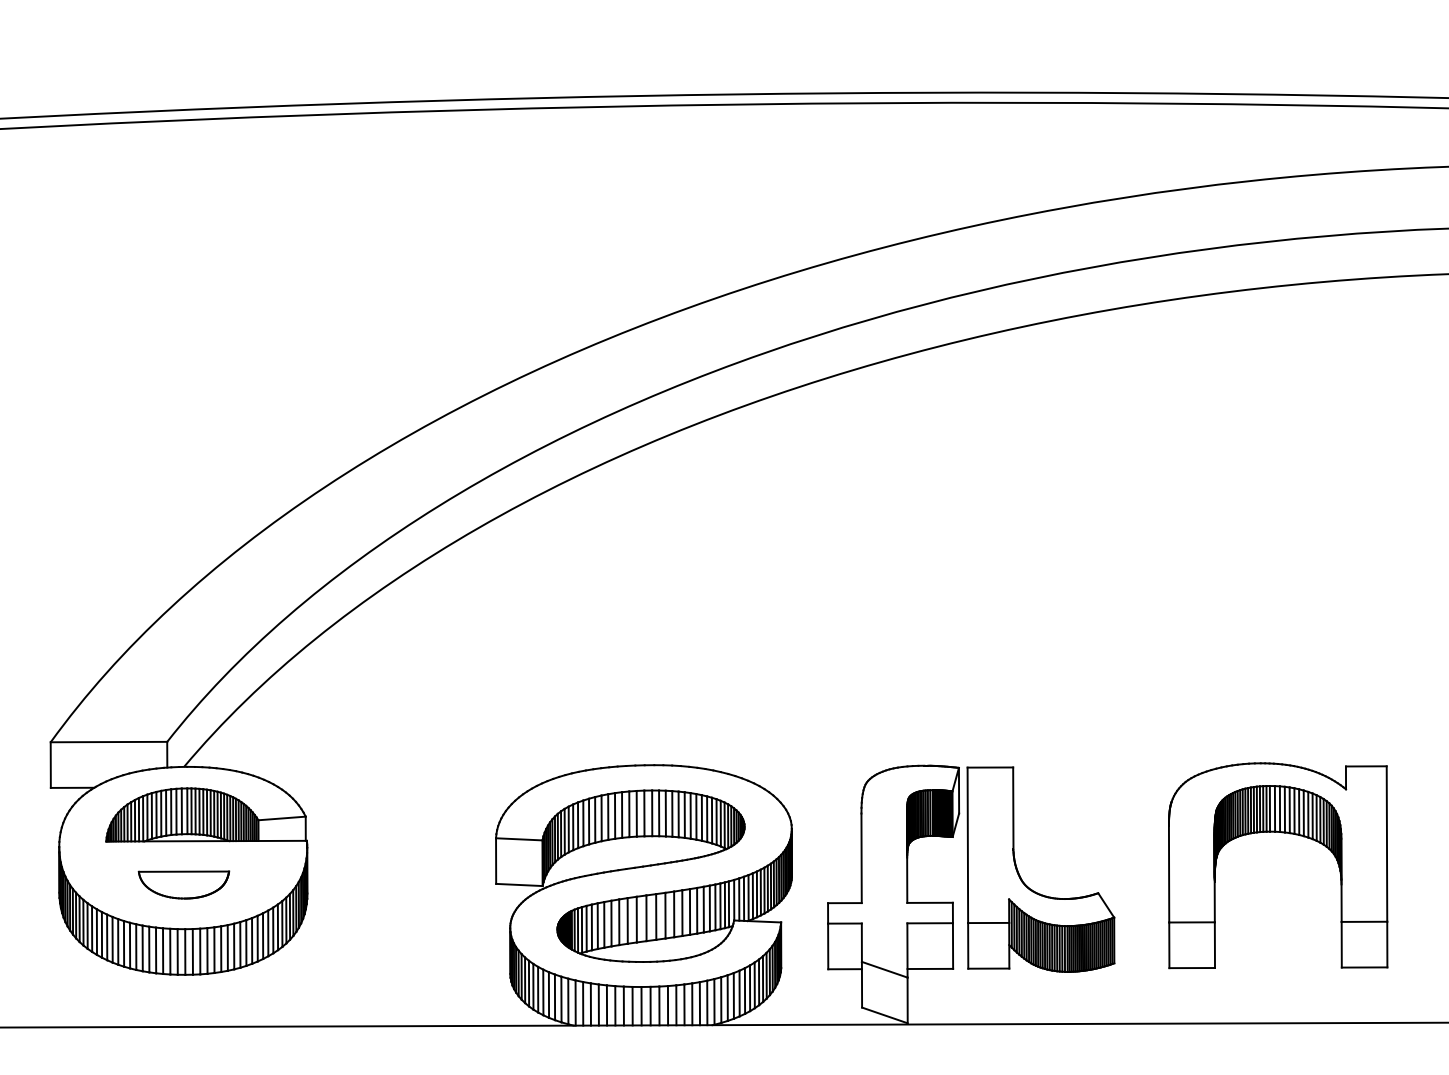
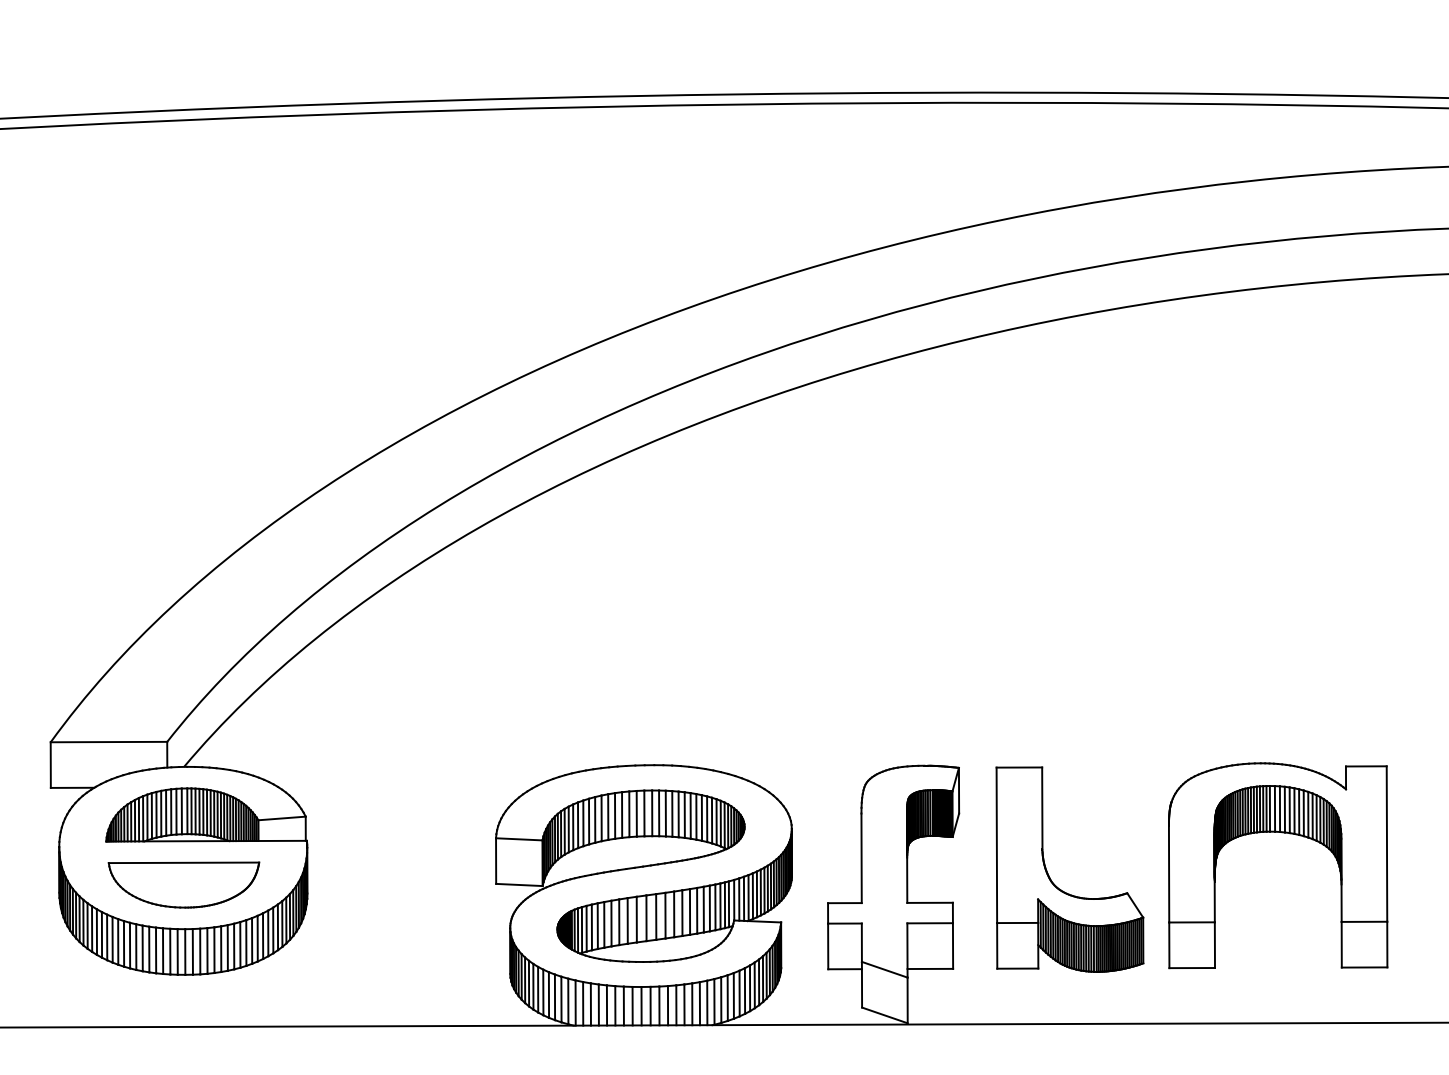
part at (1025, 883) position: (1025, 883) -> (1054, 883)
part at (183, 884) size: 94x30 px -> 154x48 px
